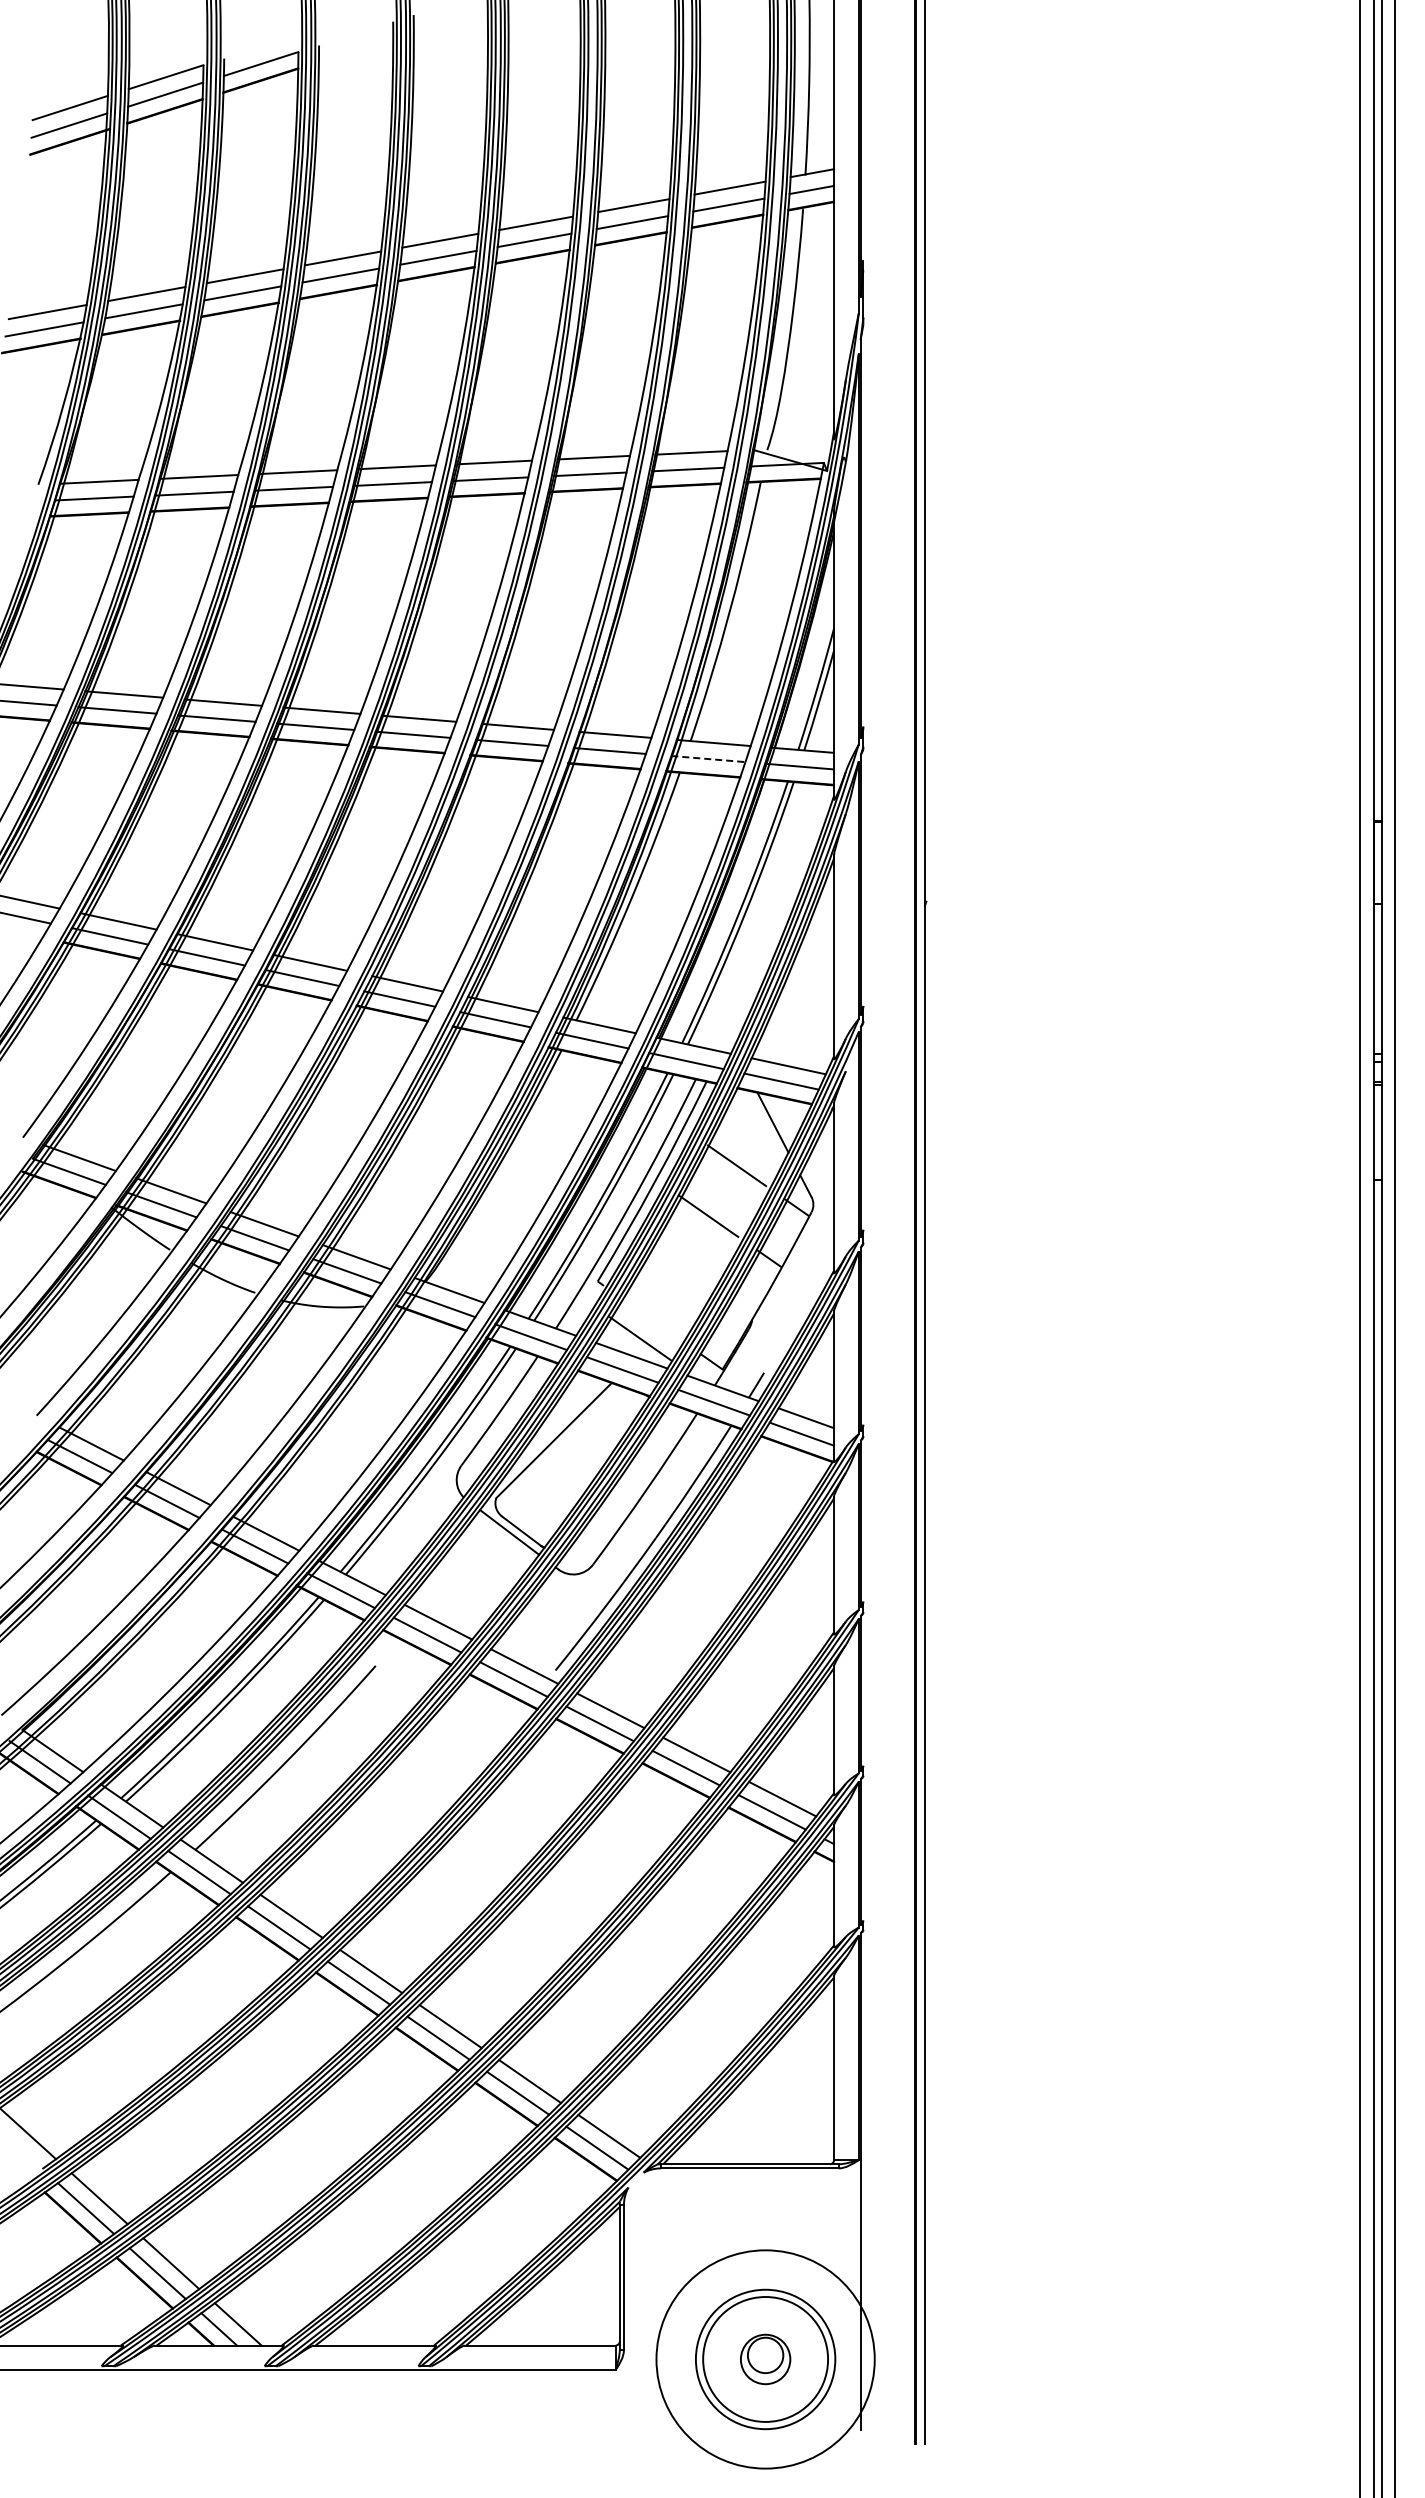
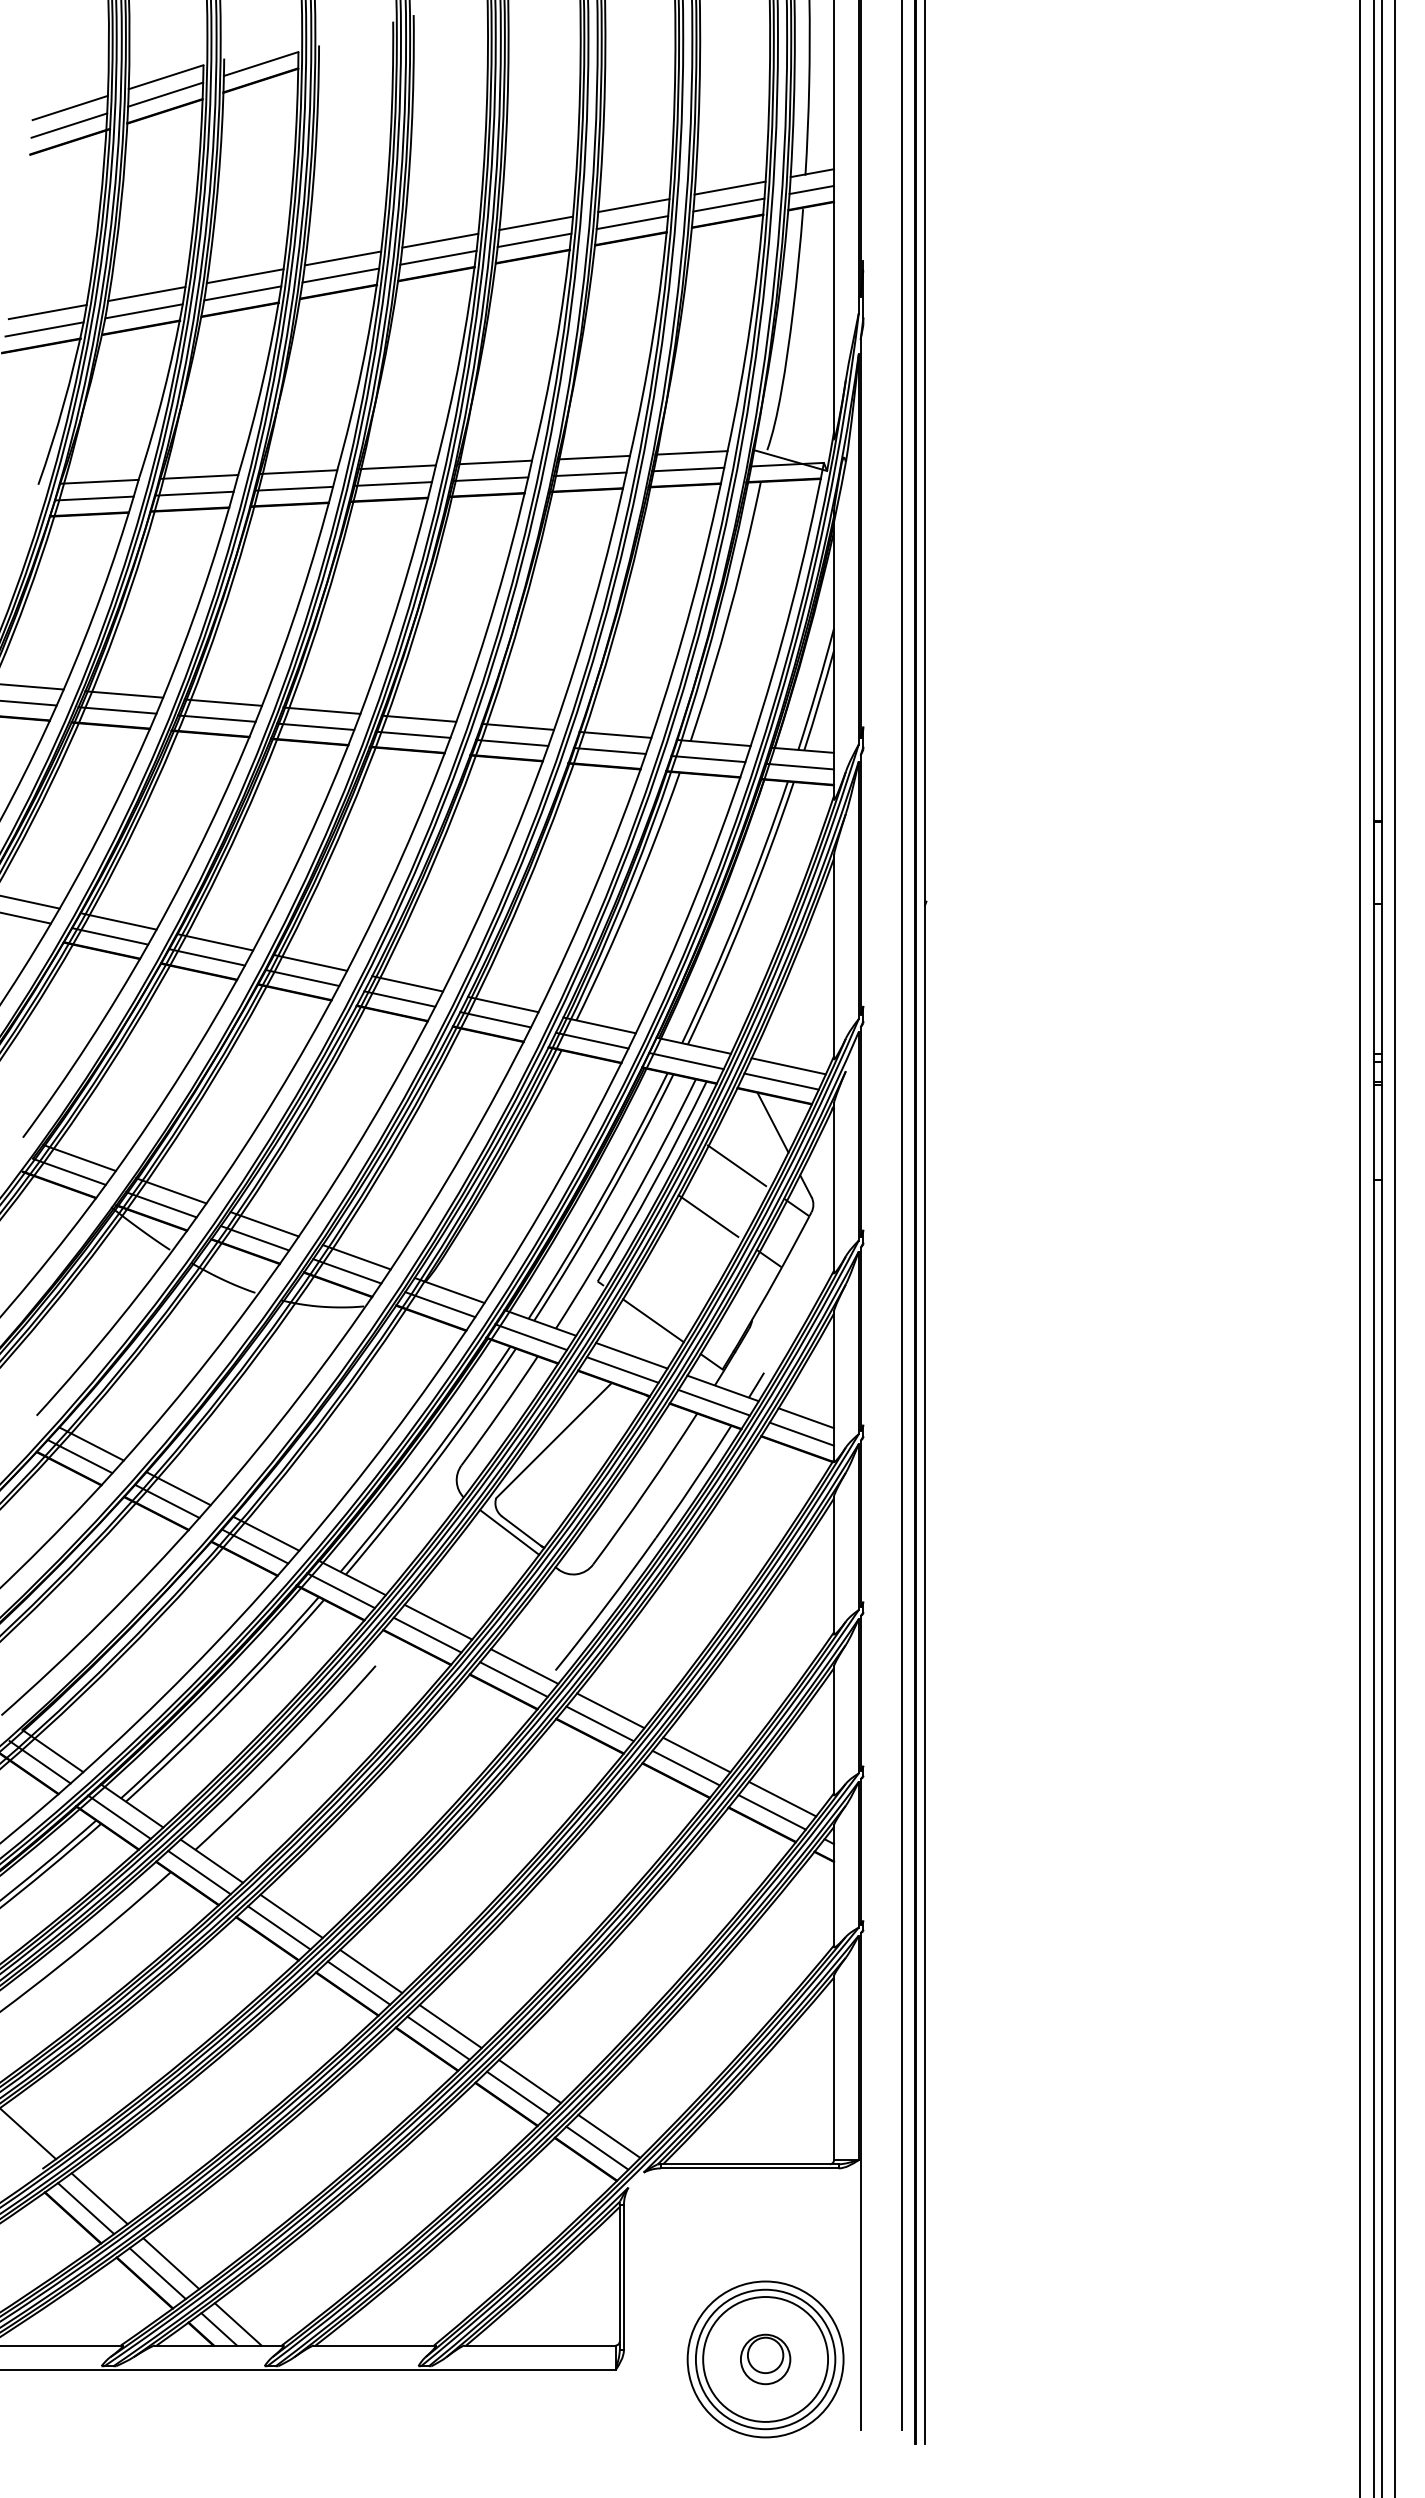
line at (708, 759): dashed -> solid
line at (901, 1215): none -> present
line at (640, 1338) position: (640, 1338) -> (653, 1320)
circle at (765, 2359) diameter: 218 px -> 156 px
